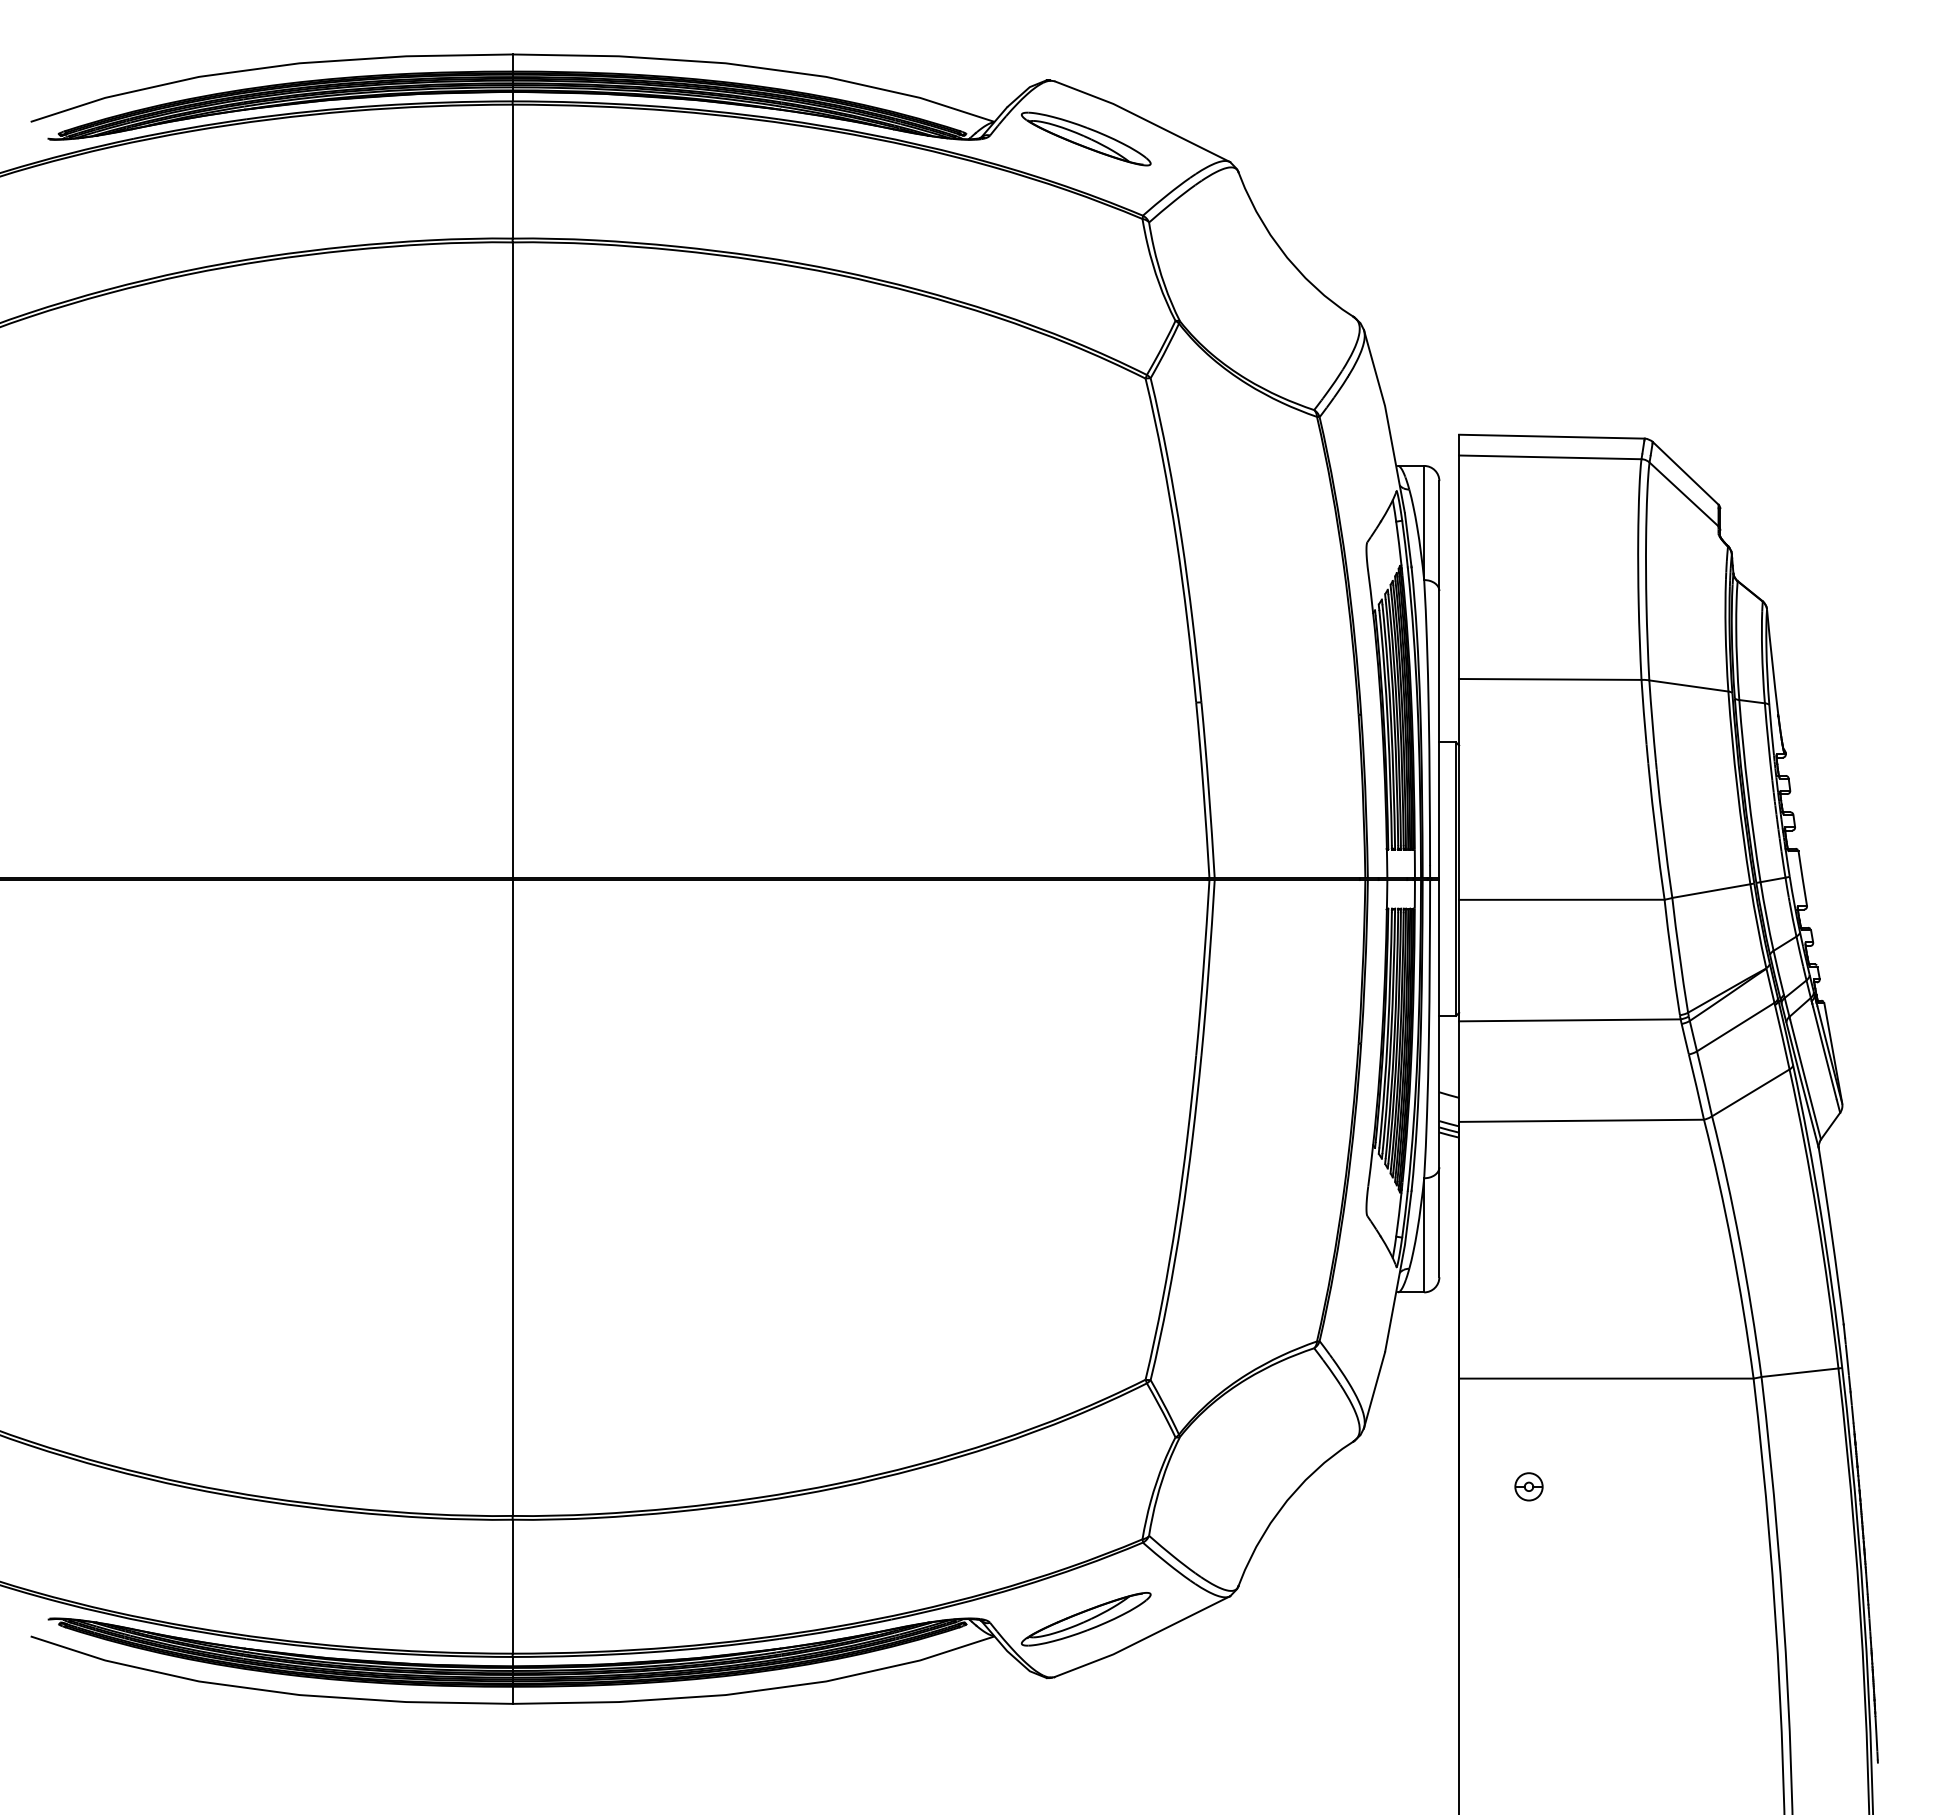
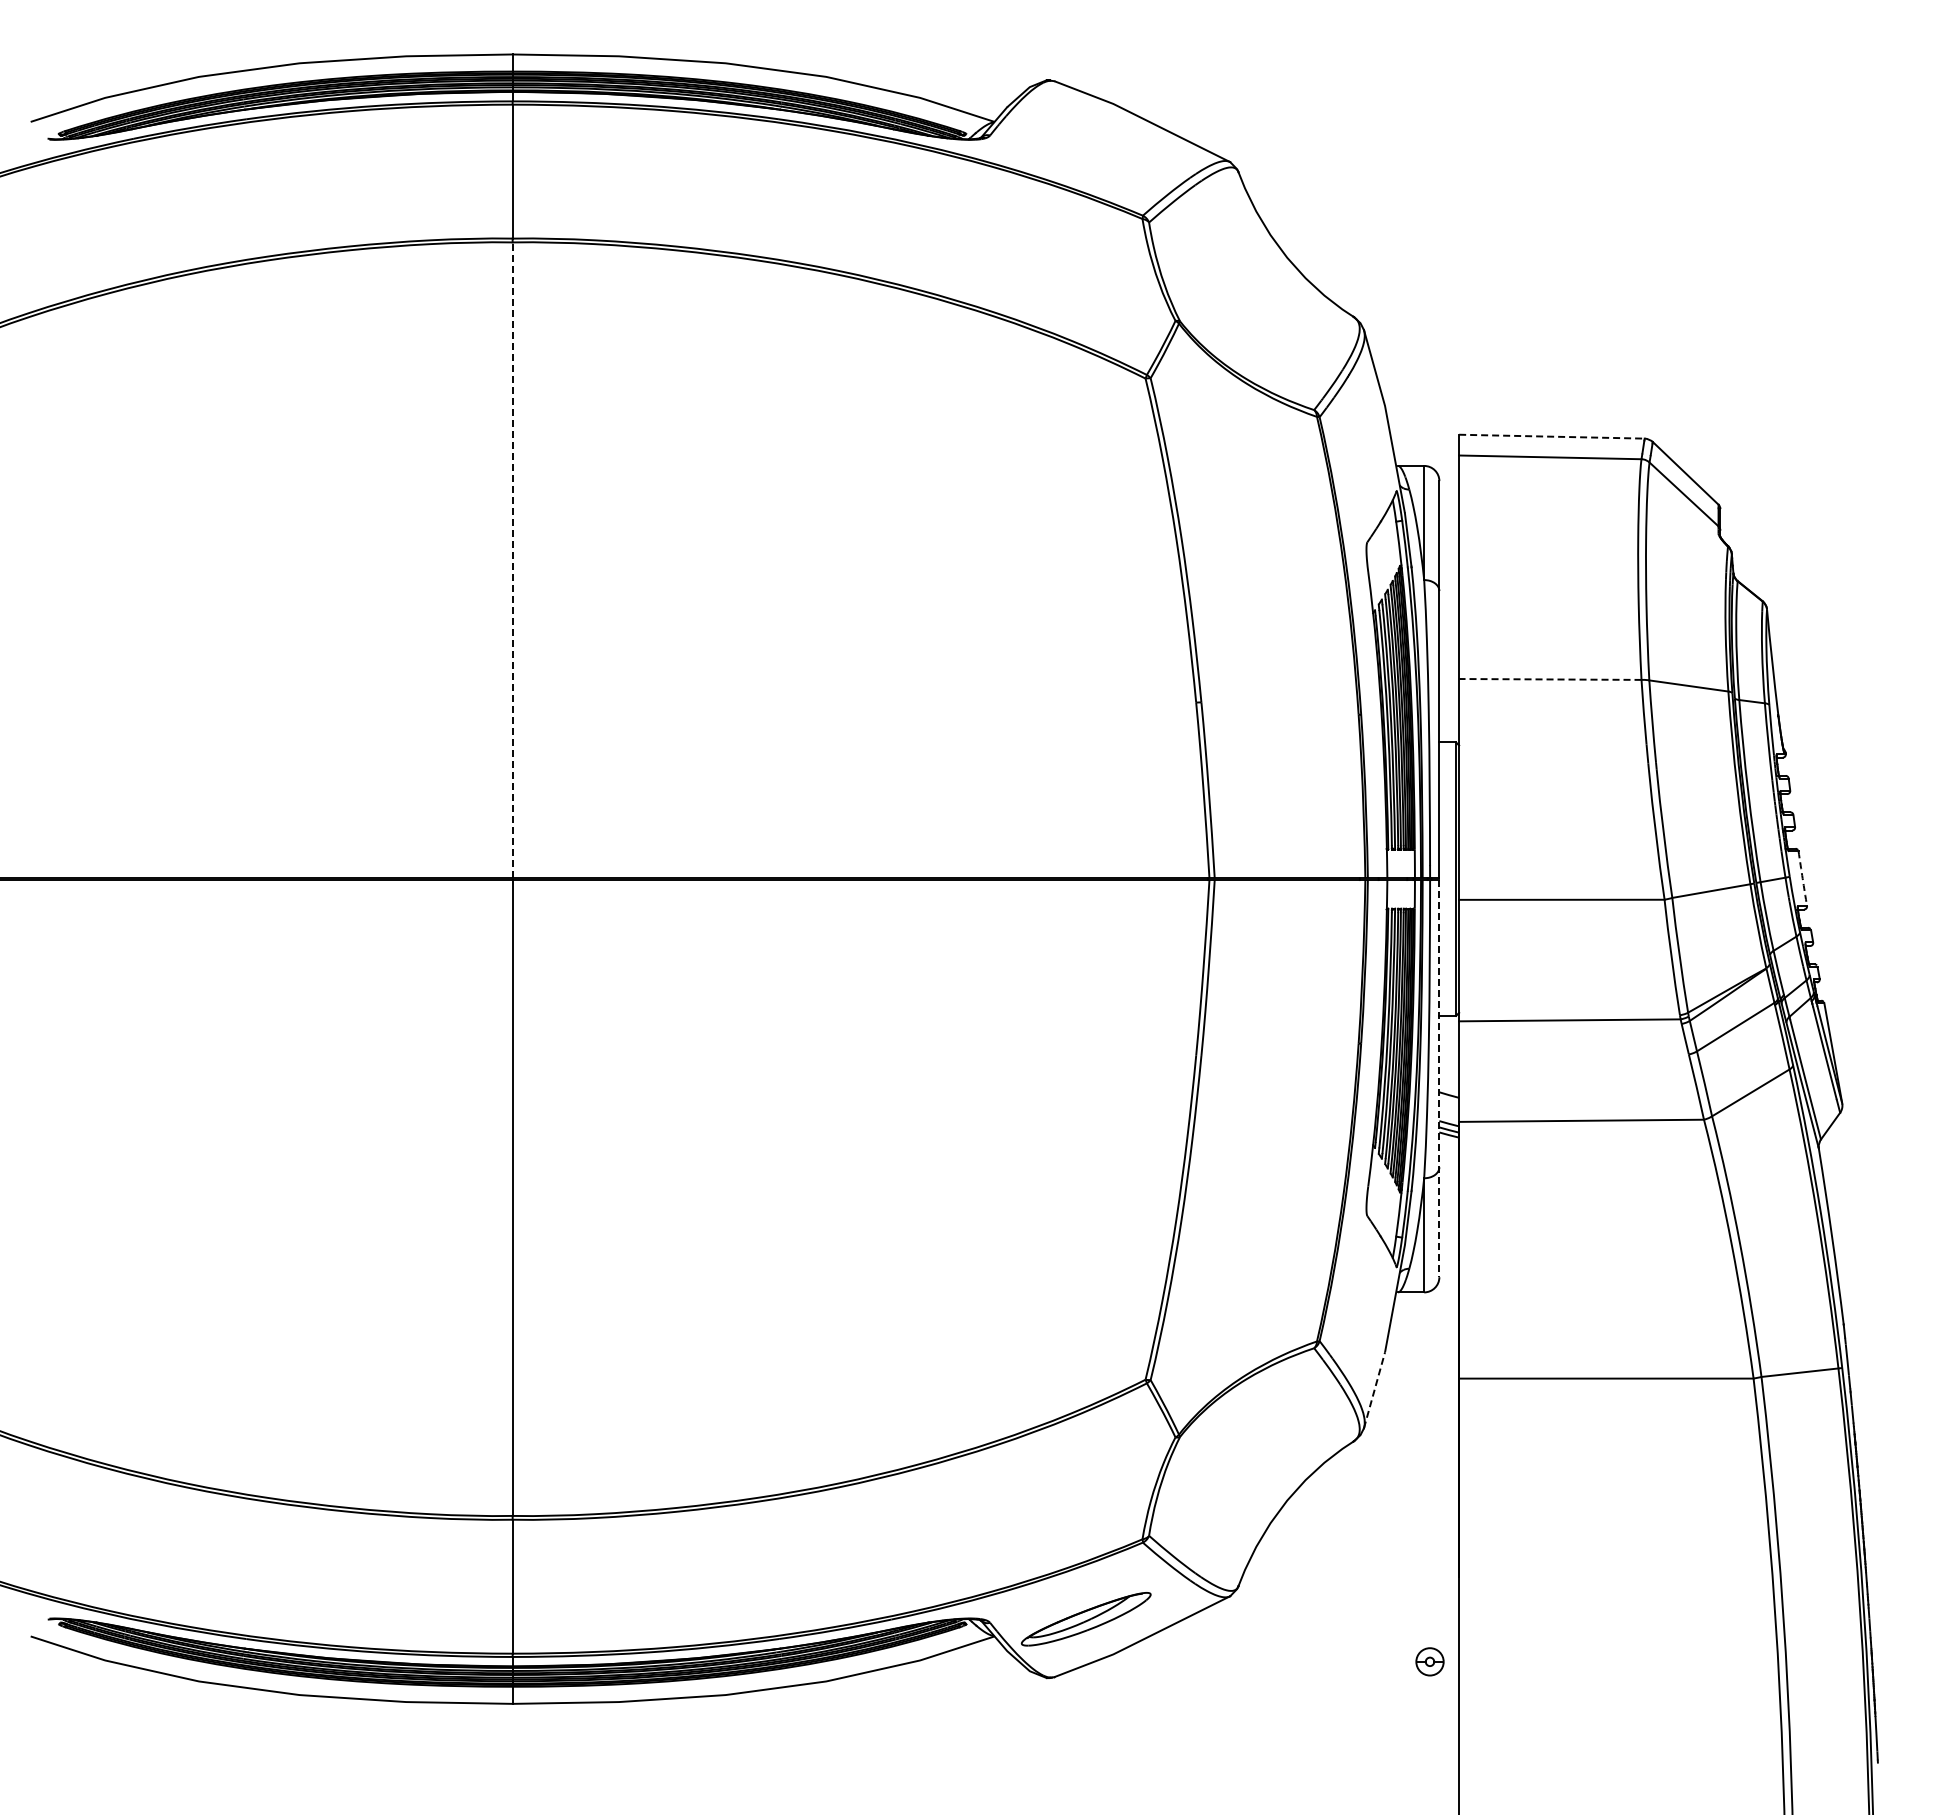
part at (1085, 138): present -> none
line at (1551, 436): solid -> dashed
line at (512, 560): solid -> dashed
line at (1549, 679): solid -> dashed
arc at (1802, 878): solid -> dashed
line at (1439, 1078): solid -> dashed
line at (1374, 1389): solid -> dashed
part at (1528, 1486) position: (1528, 1486) -> (1429, 1661)
